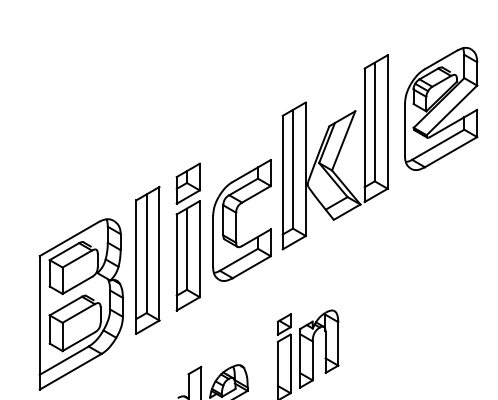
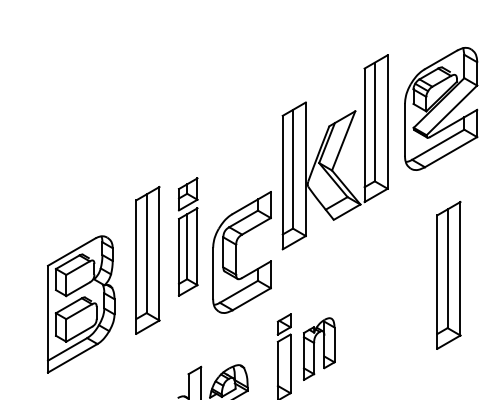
part at (241, 220) position: (241, 220) -> (241, 252)
part at (187, 236) size: 26x150 px -> 21x120 px
part at (448, 275): none -> present
part at (80, 304) size: 86x173 px -> 69x139 px
part at (319, 348) size: 41x80 px -> 33x64 px
